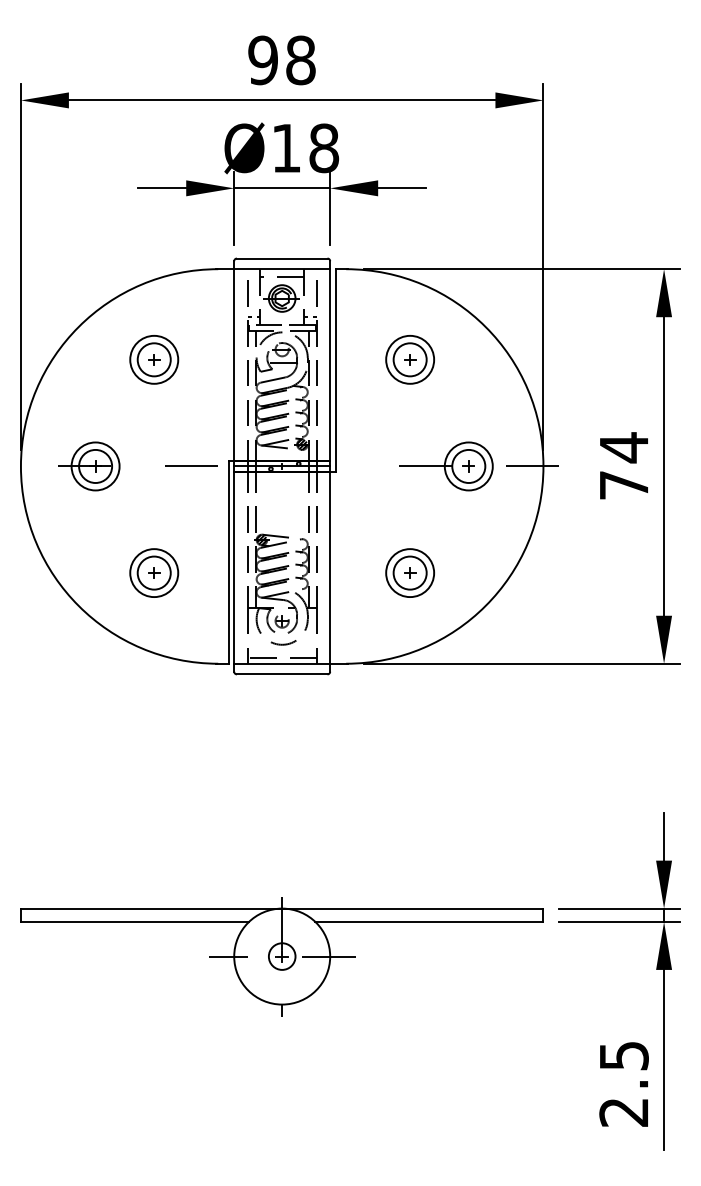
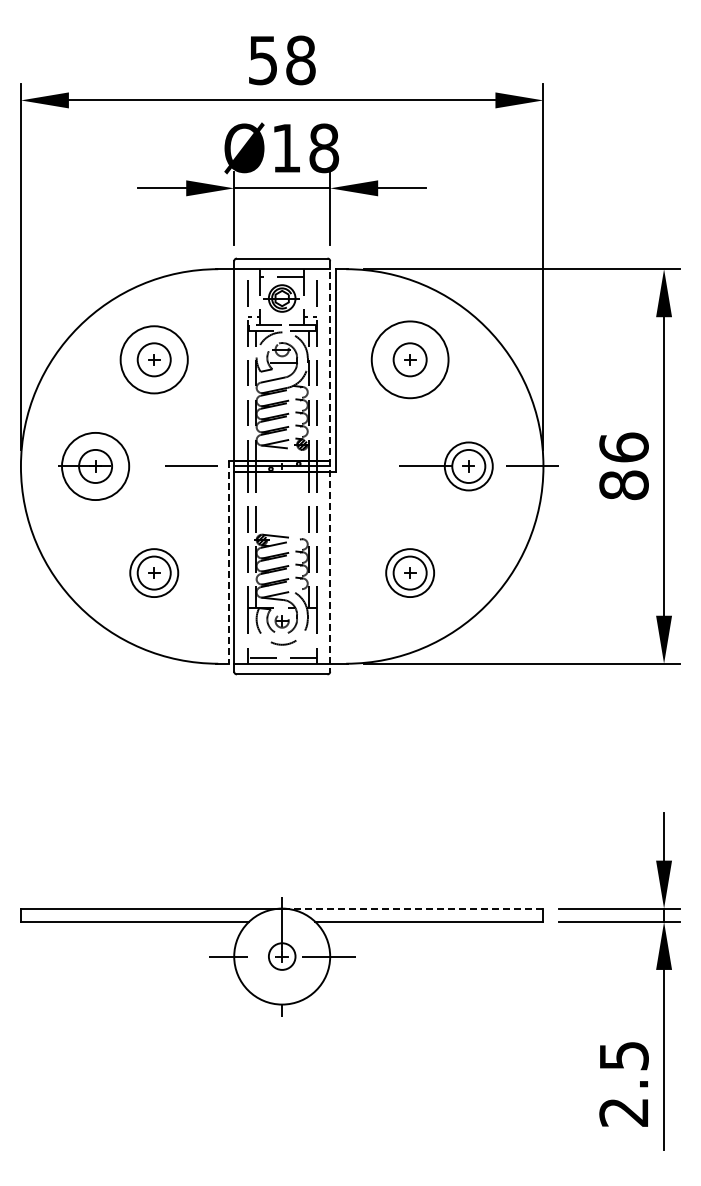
text at (262, 60): 98 -> 58
circle at (154, 359) diameter: 48 px -> 67 px
circle at (410, 359) diameter: 48 px -> 77 px
circle at (95, 466) diameter: 48 px -> 67 px
line at (330, 466): solid -> dashed
text at (623, 466): 74 -> 86
line at (228, 562): solid -> dashed
line at (412, 908): solid -> dashed
